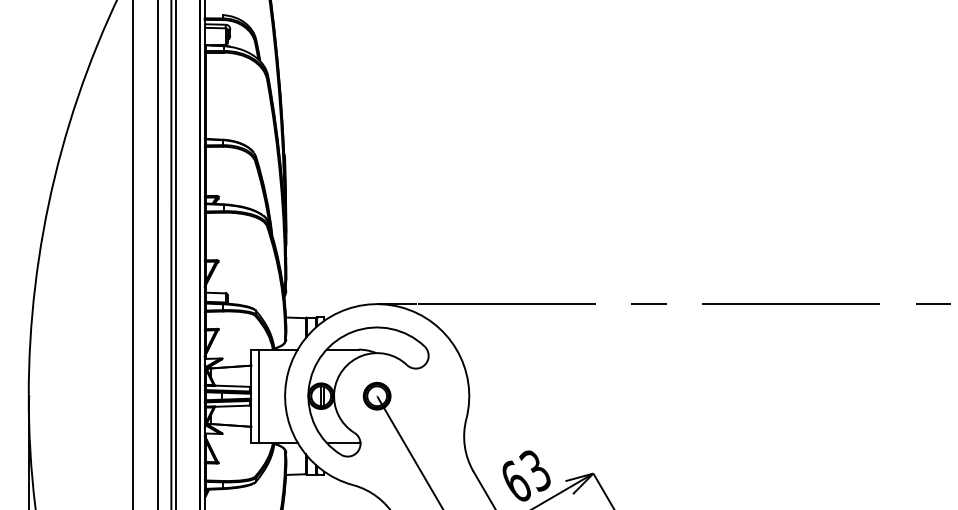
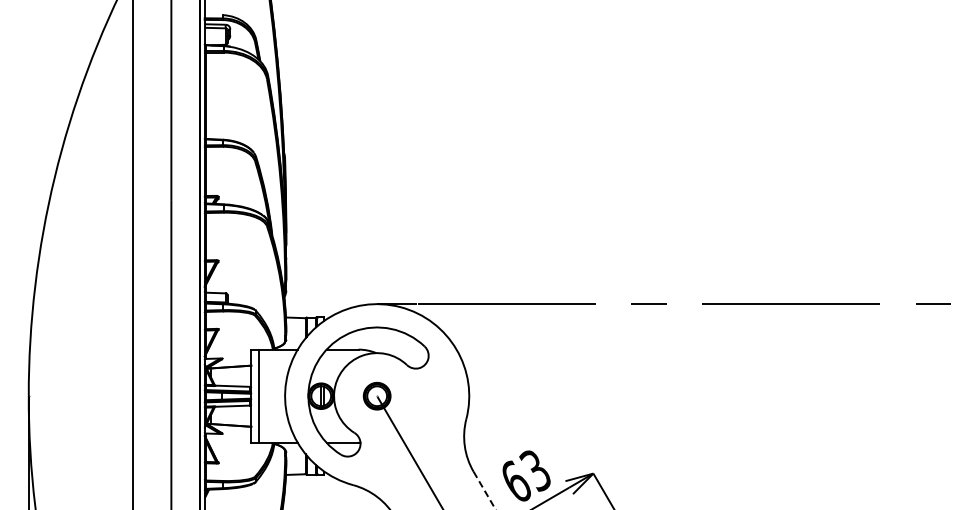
line at (157, 254): present -> none
line at (175, 254): present -> none
line at (484, 490): solid -> dashed
